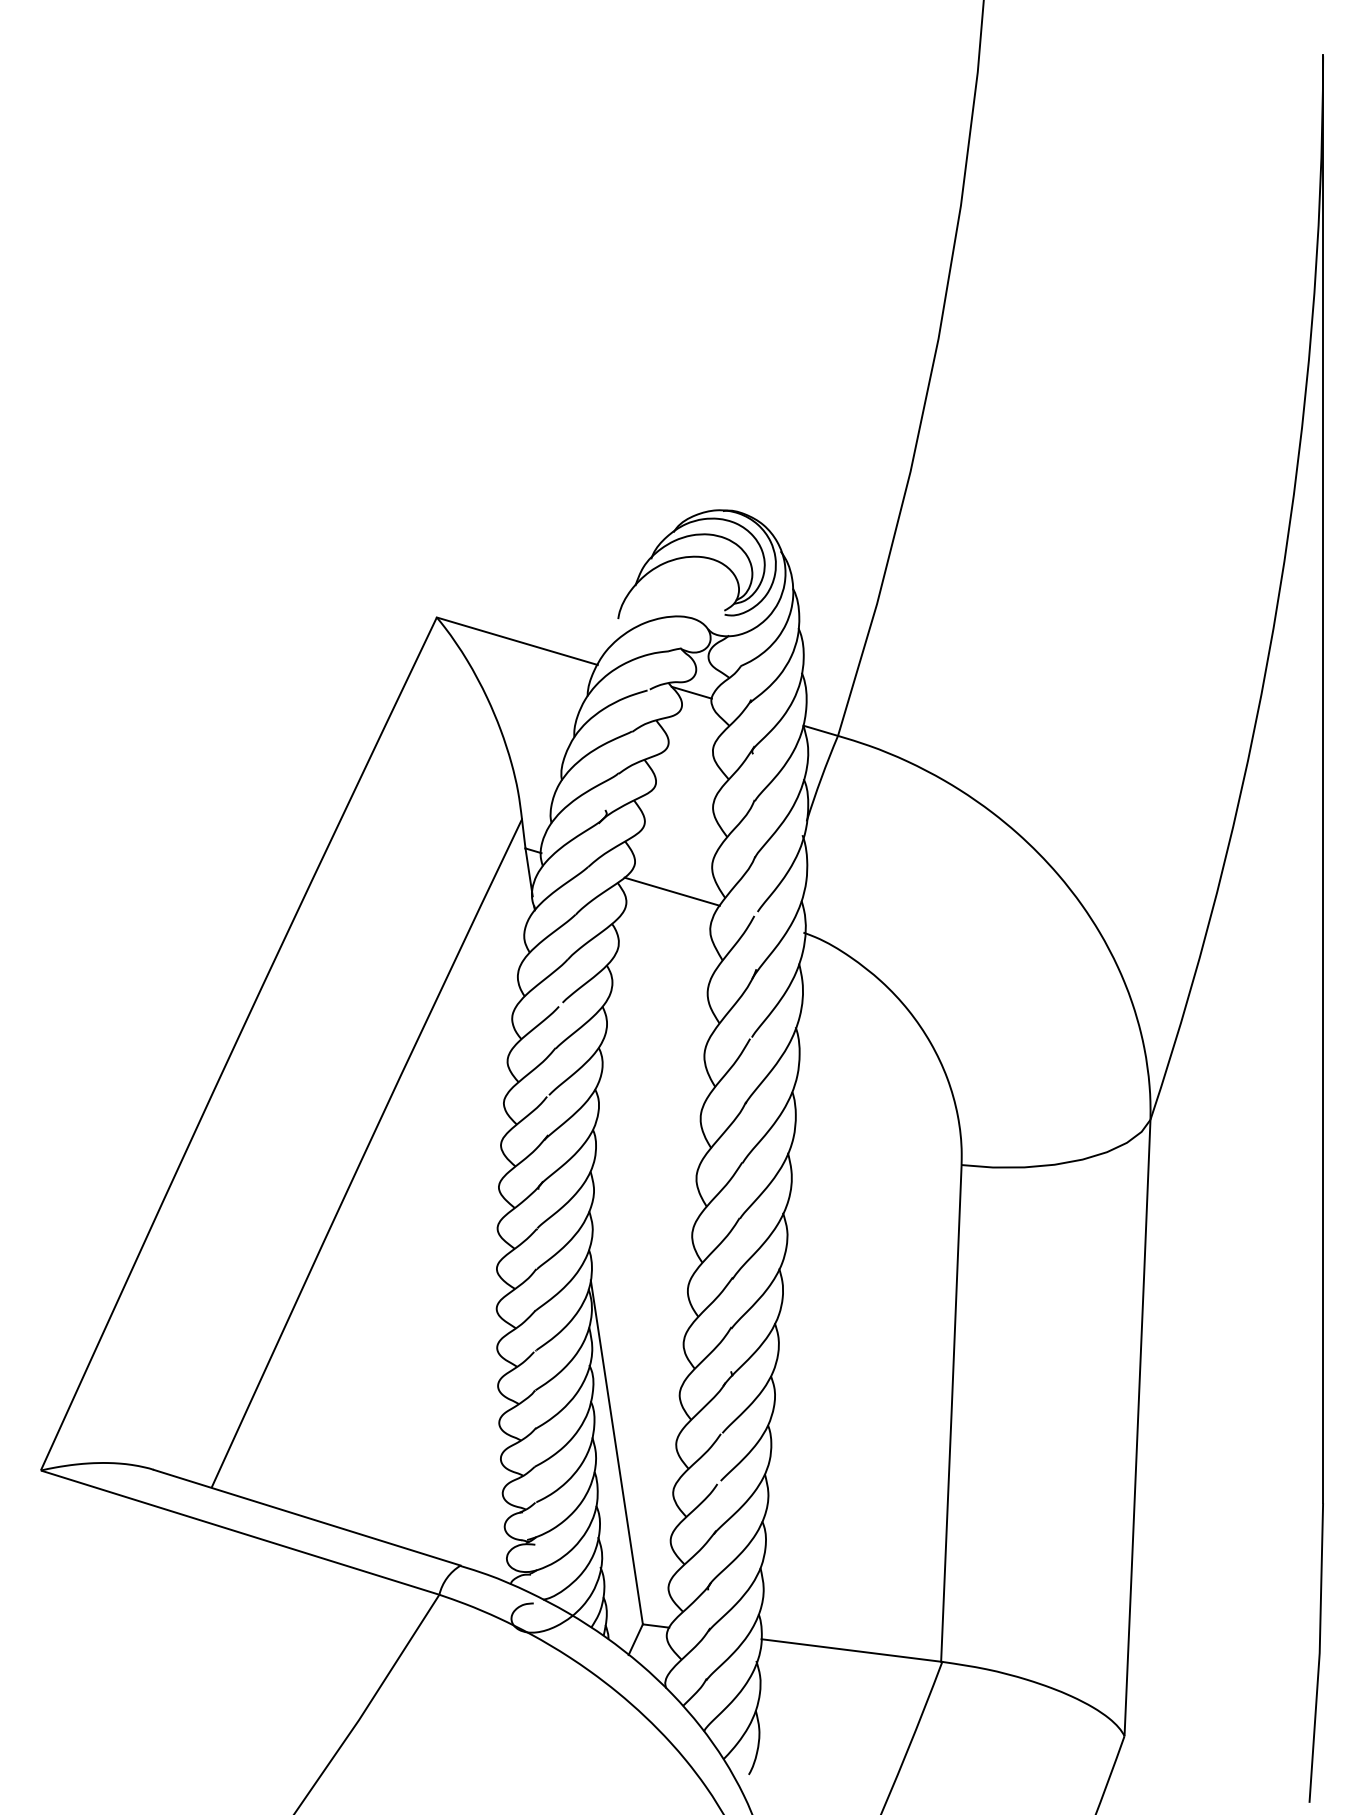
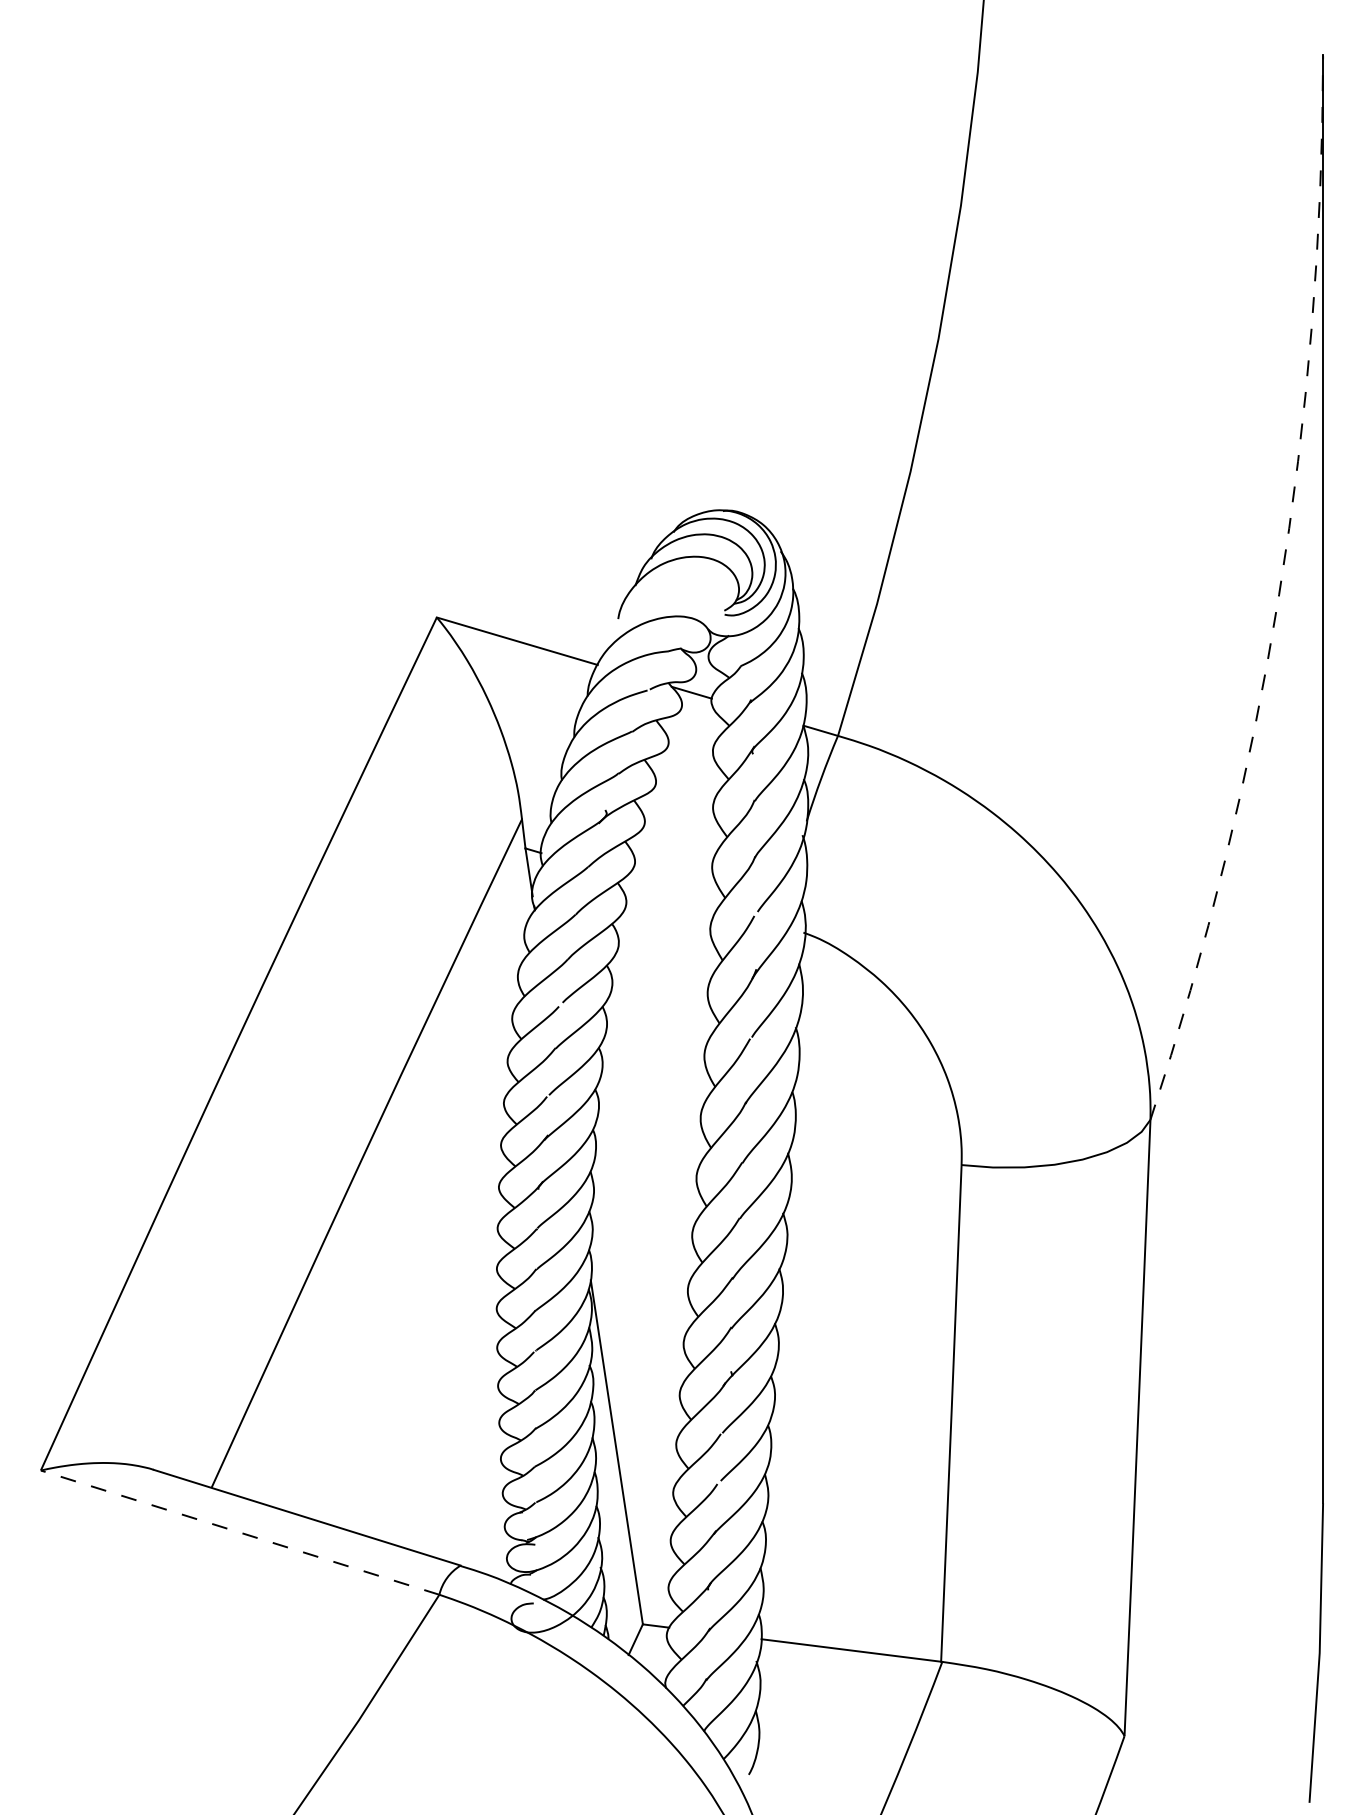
arc at (1279, 594): solid -> dashed
line at (671, 891): present -> none
line at (239, 1532): solid -> dashed
